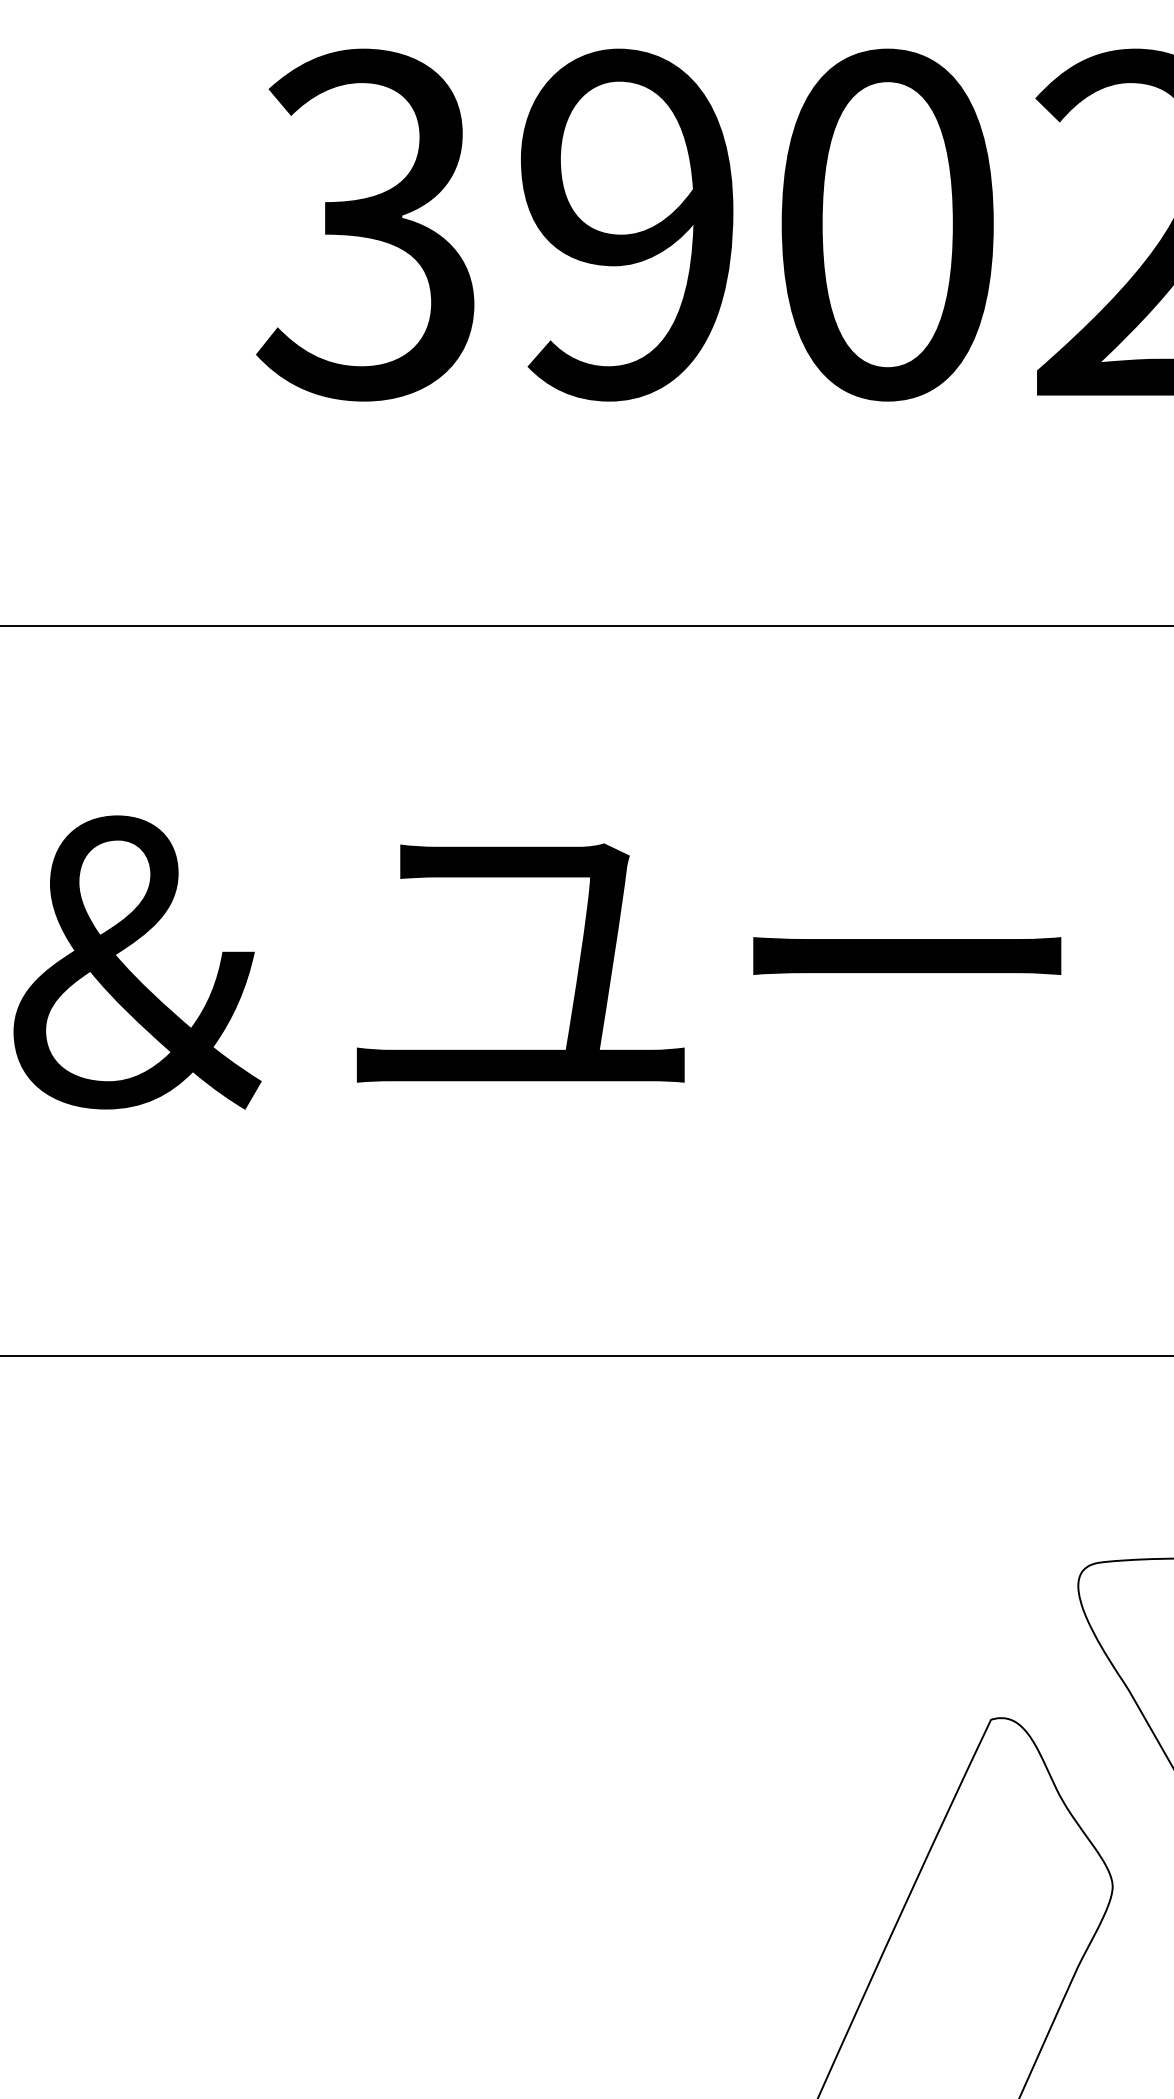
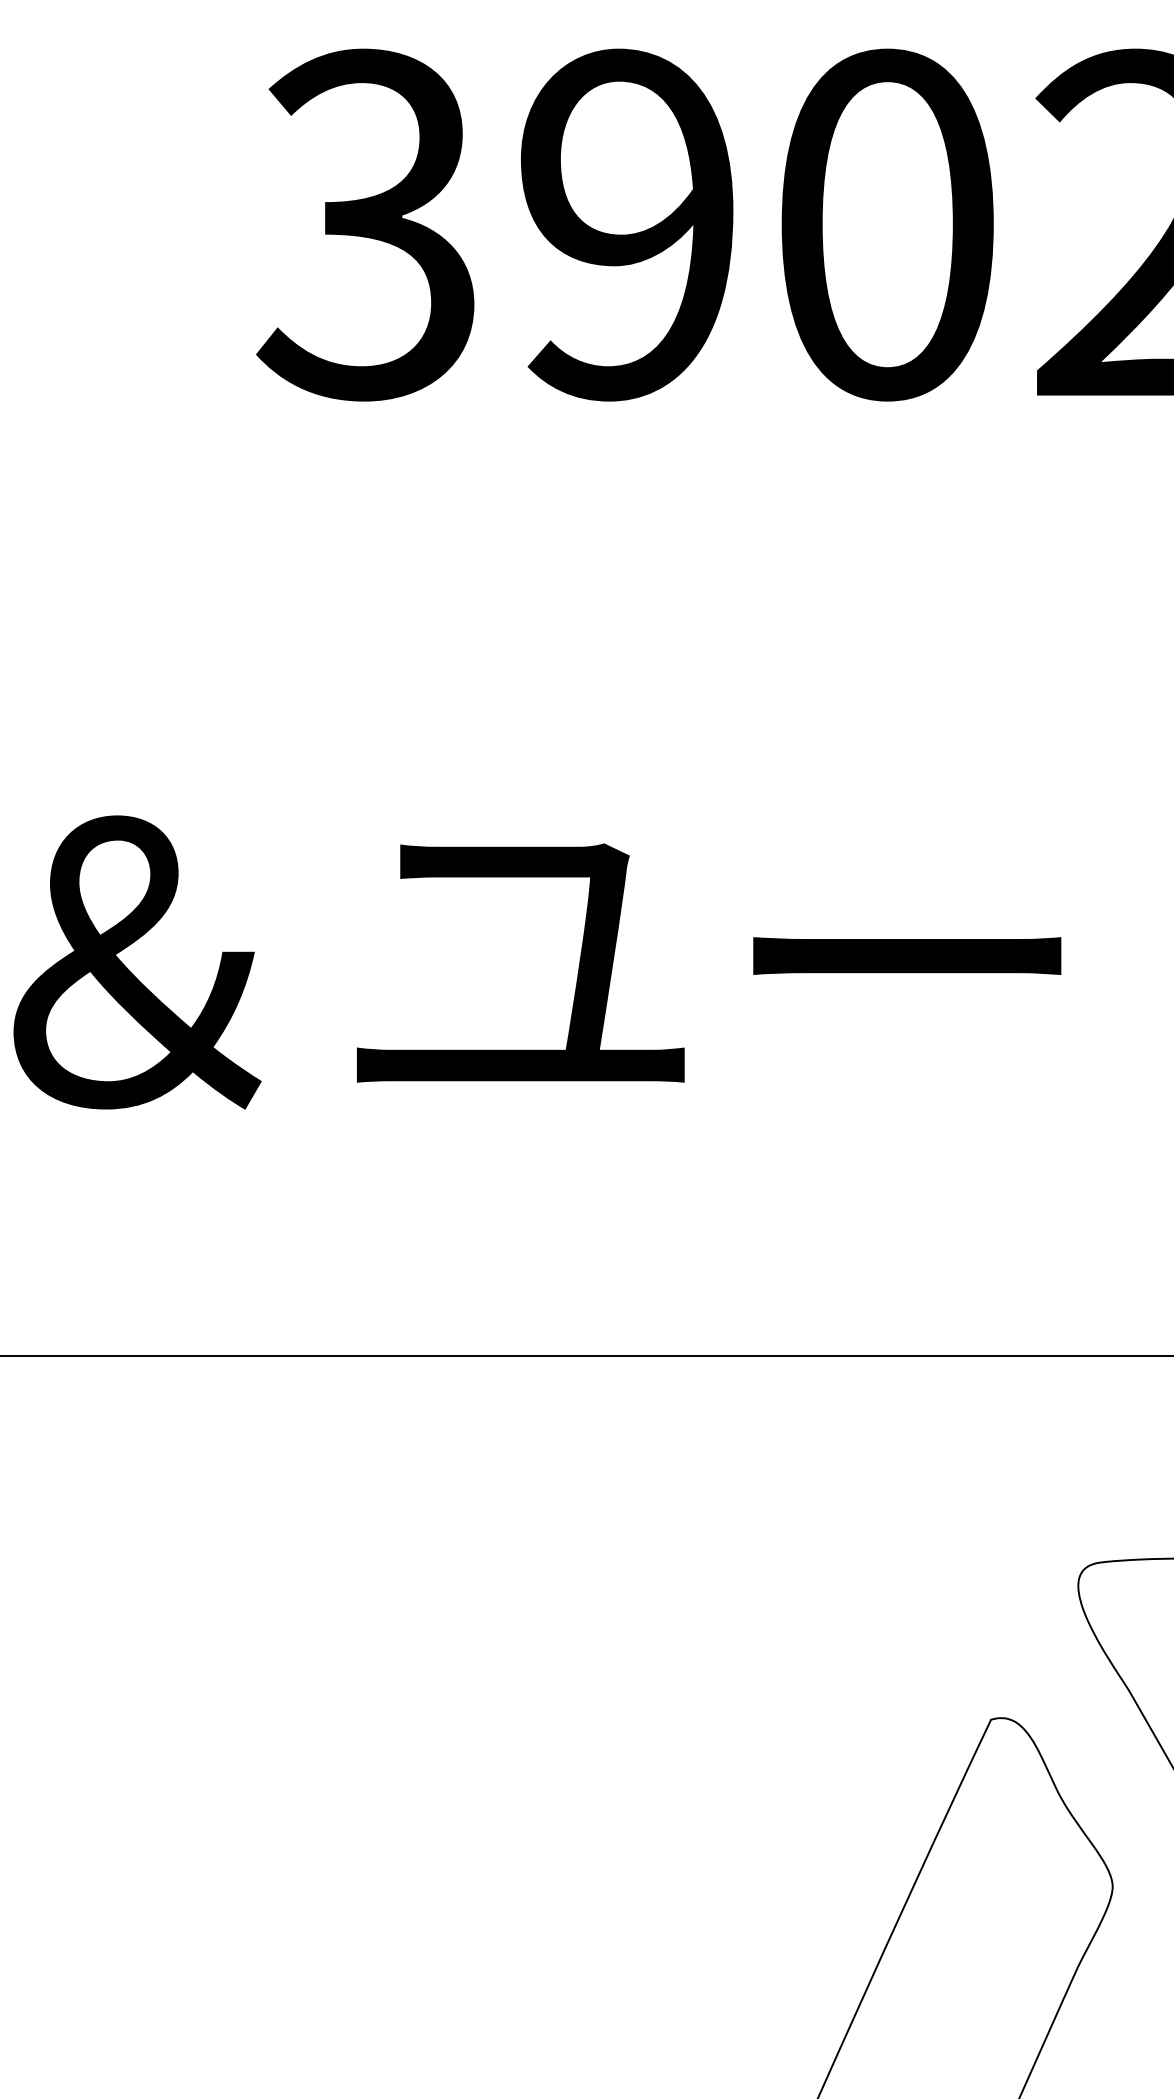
line at (586, 626): present -> none
